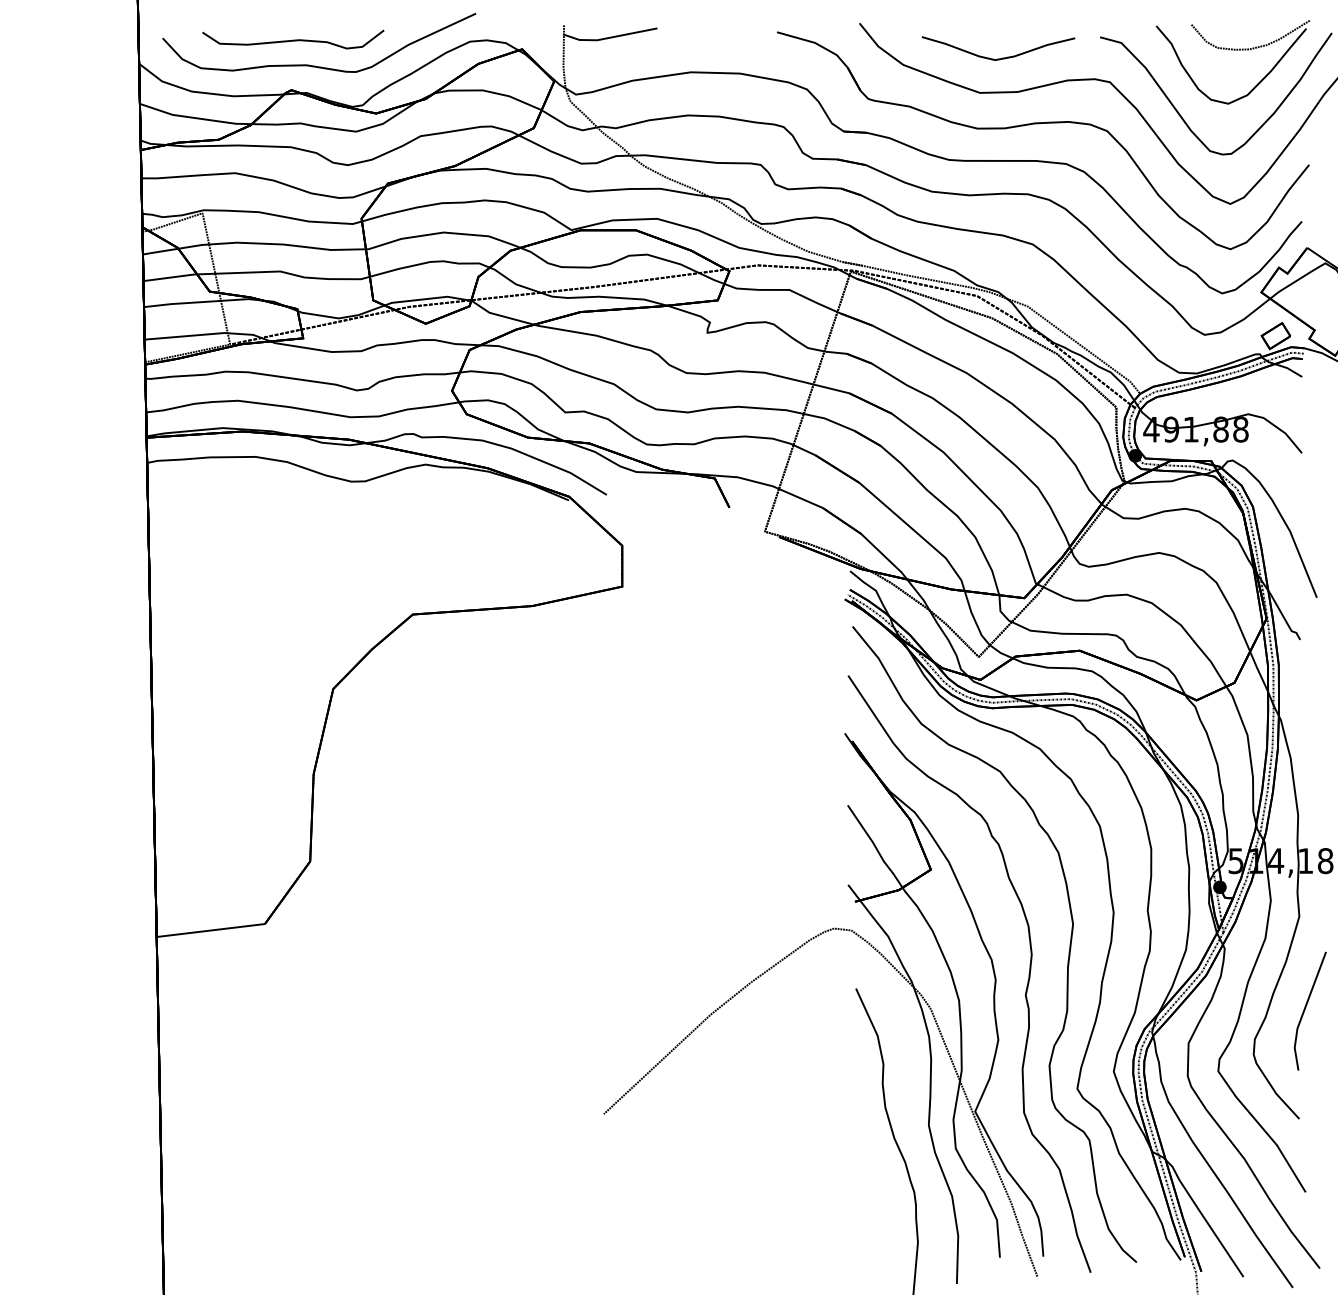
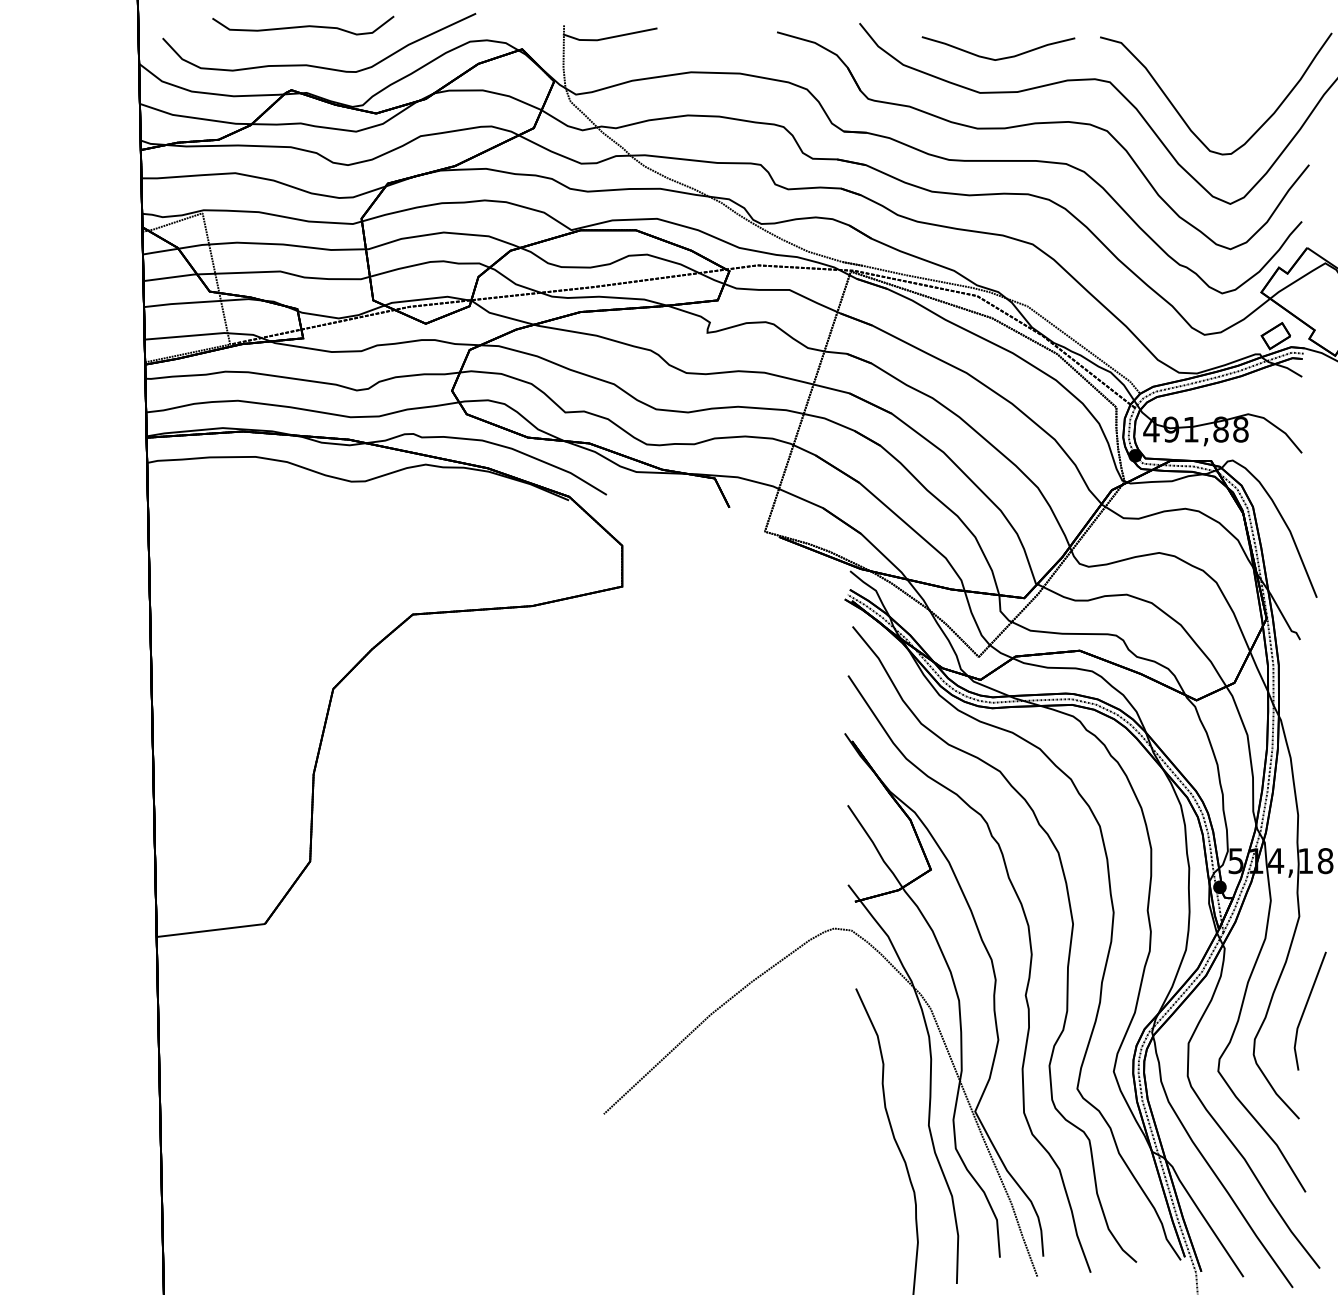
curve at (293, 39) position: (293, 39) -> (303, 25)
part at (1232, 50): present -> none
